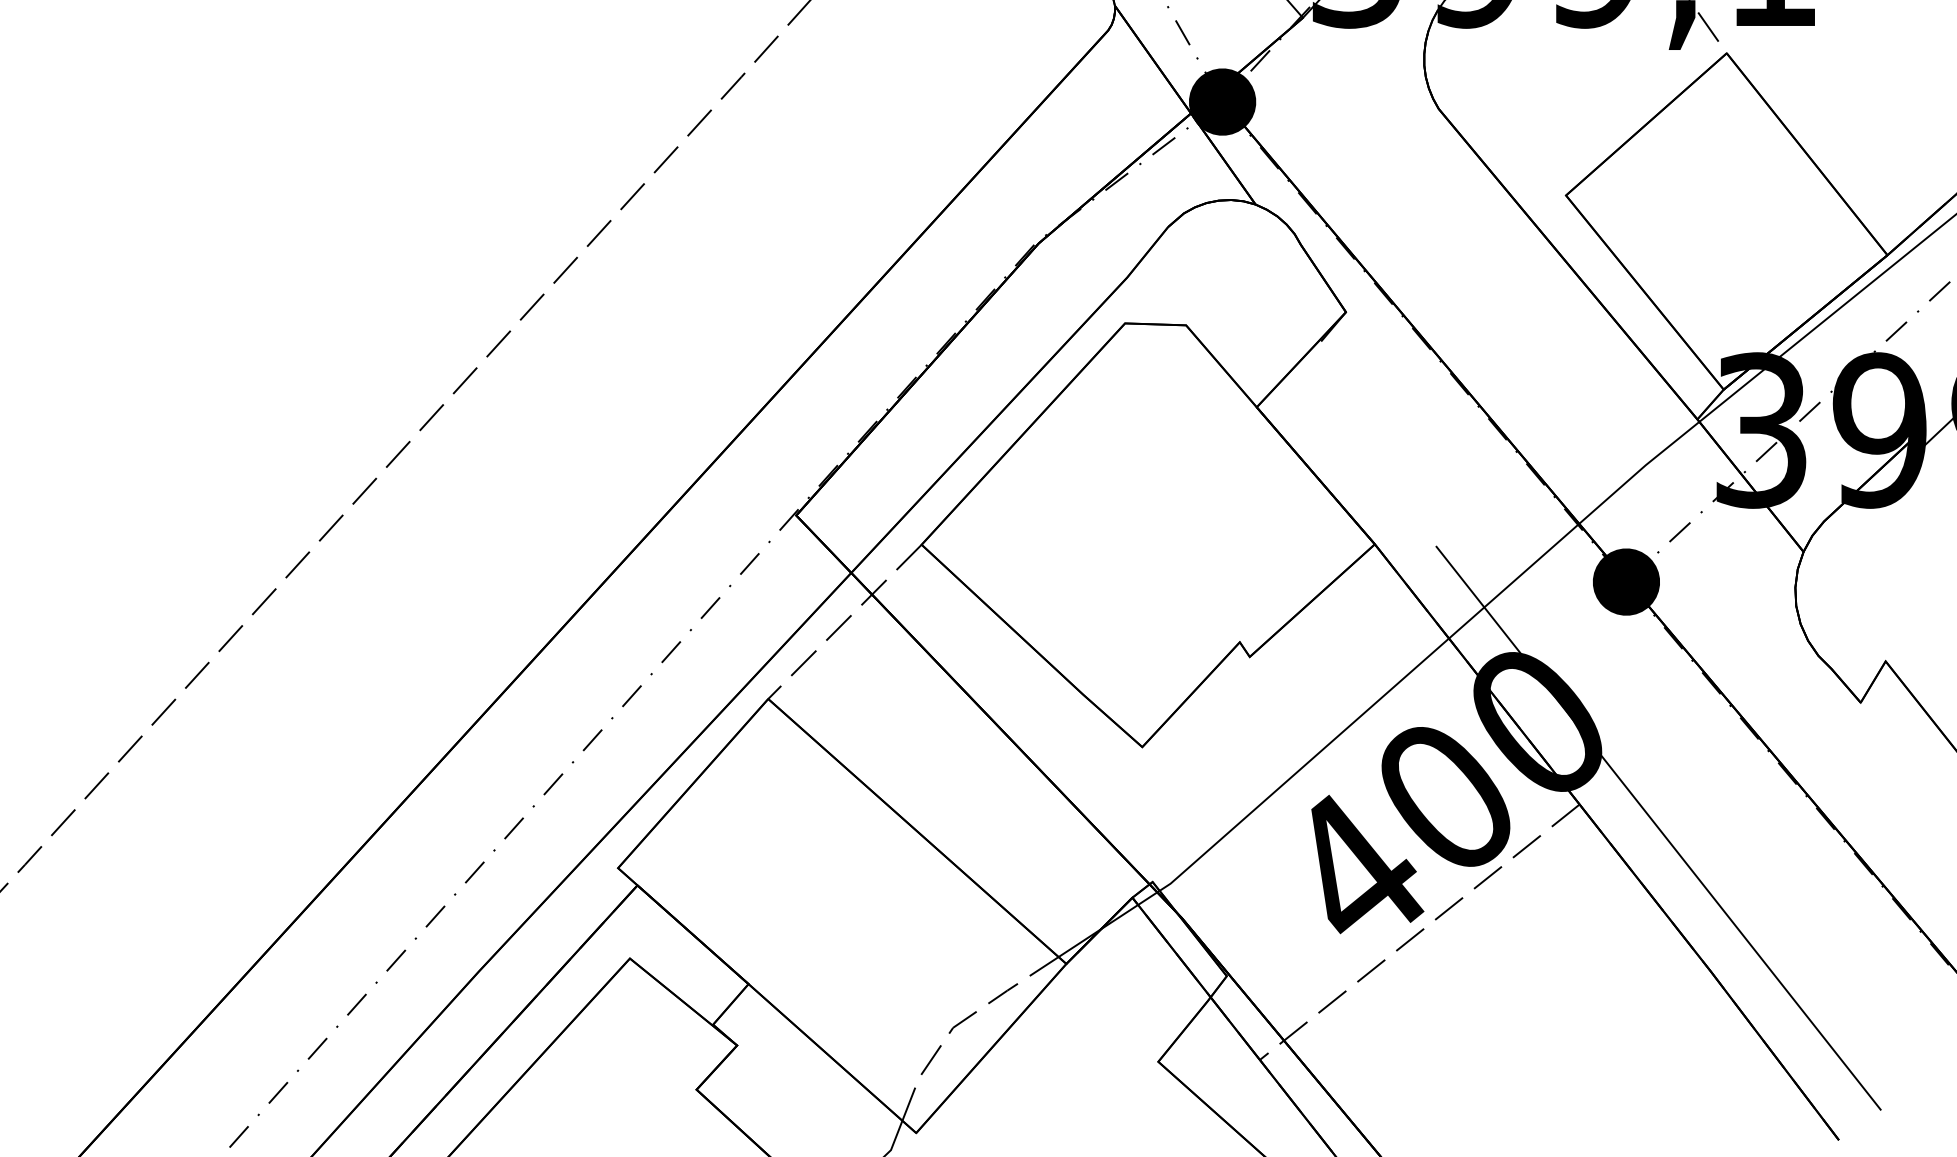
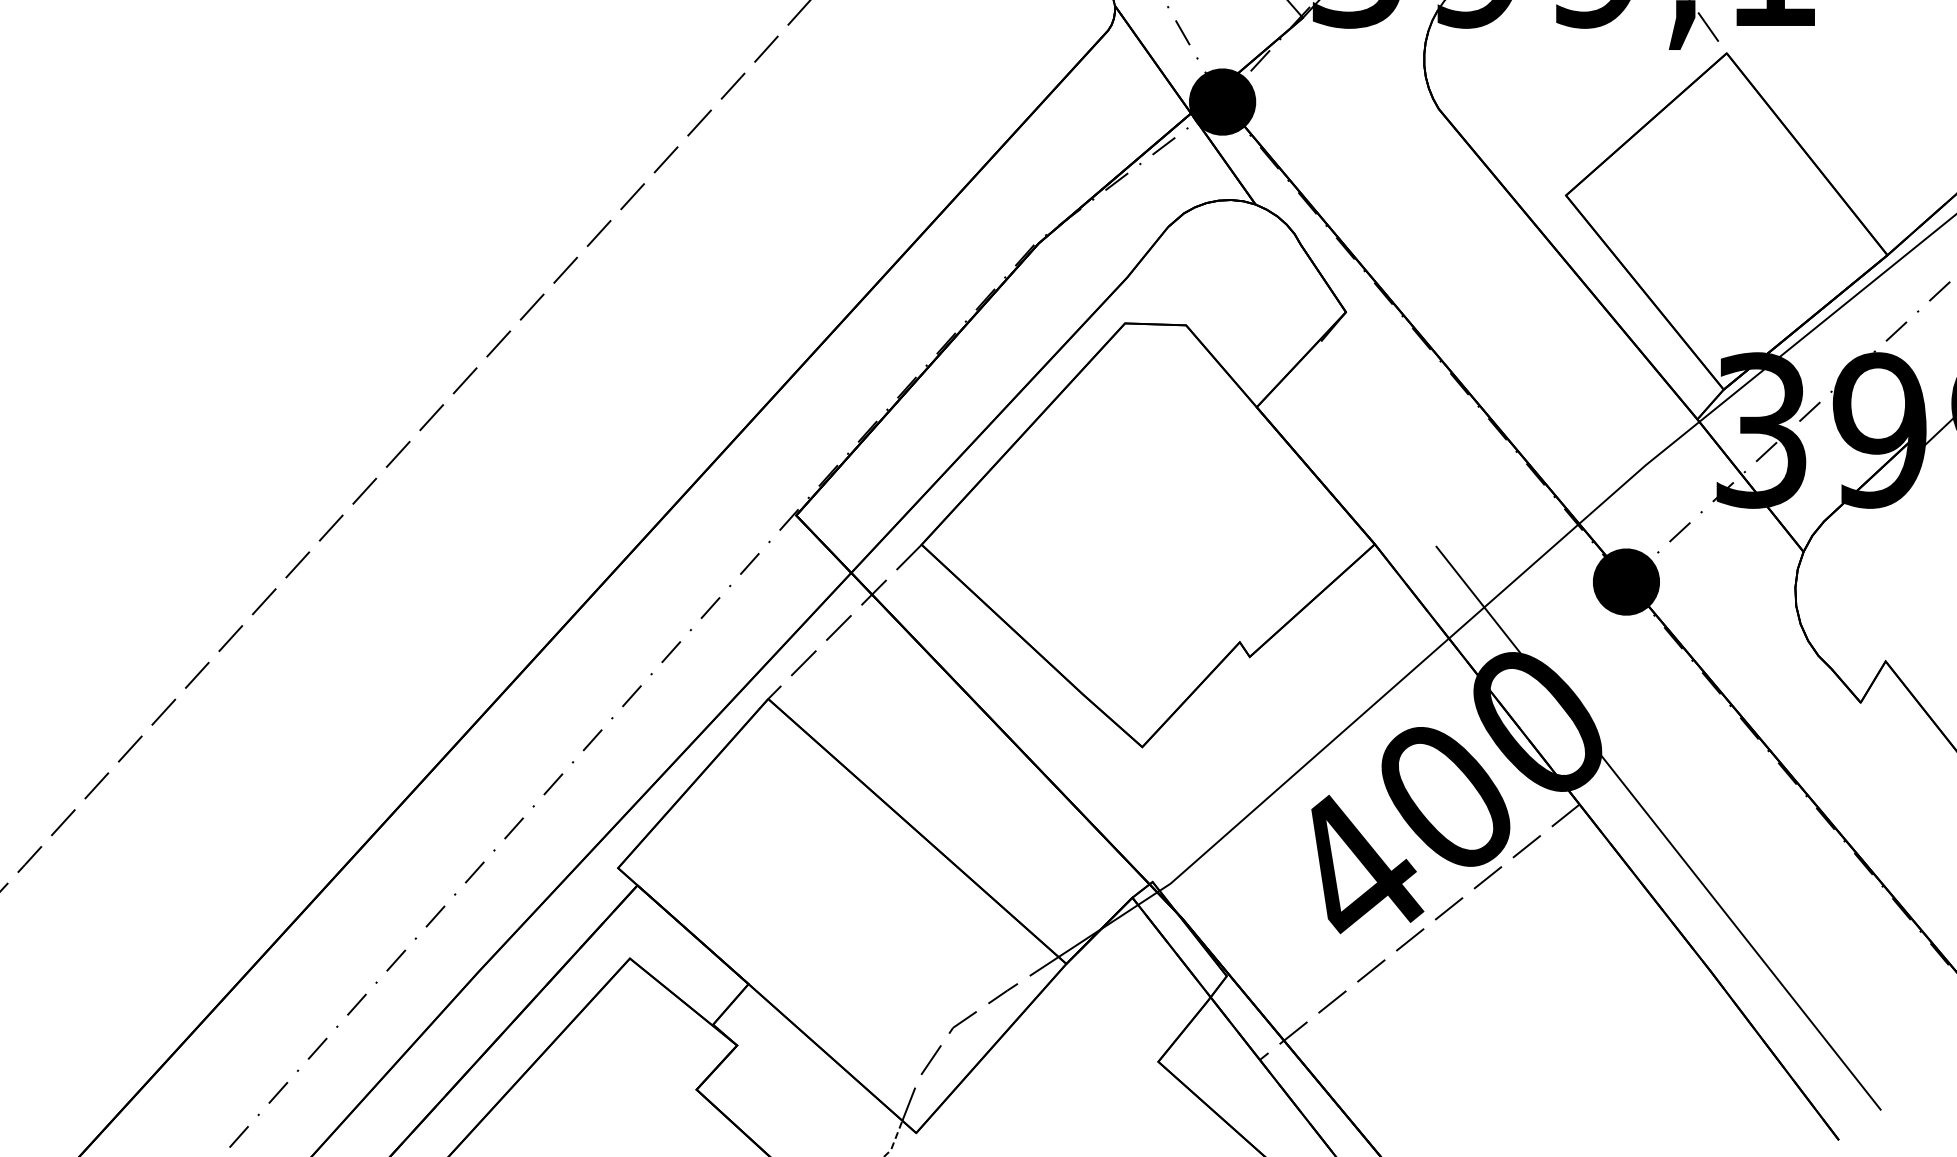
line at (894, 1140): solid -> dashed
